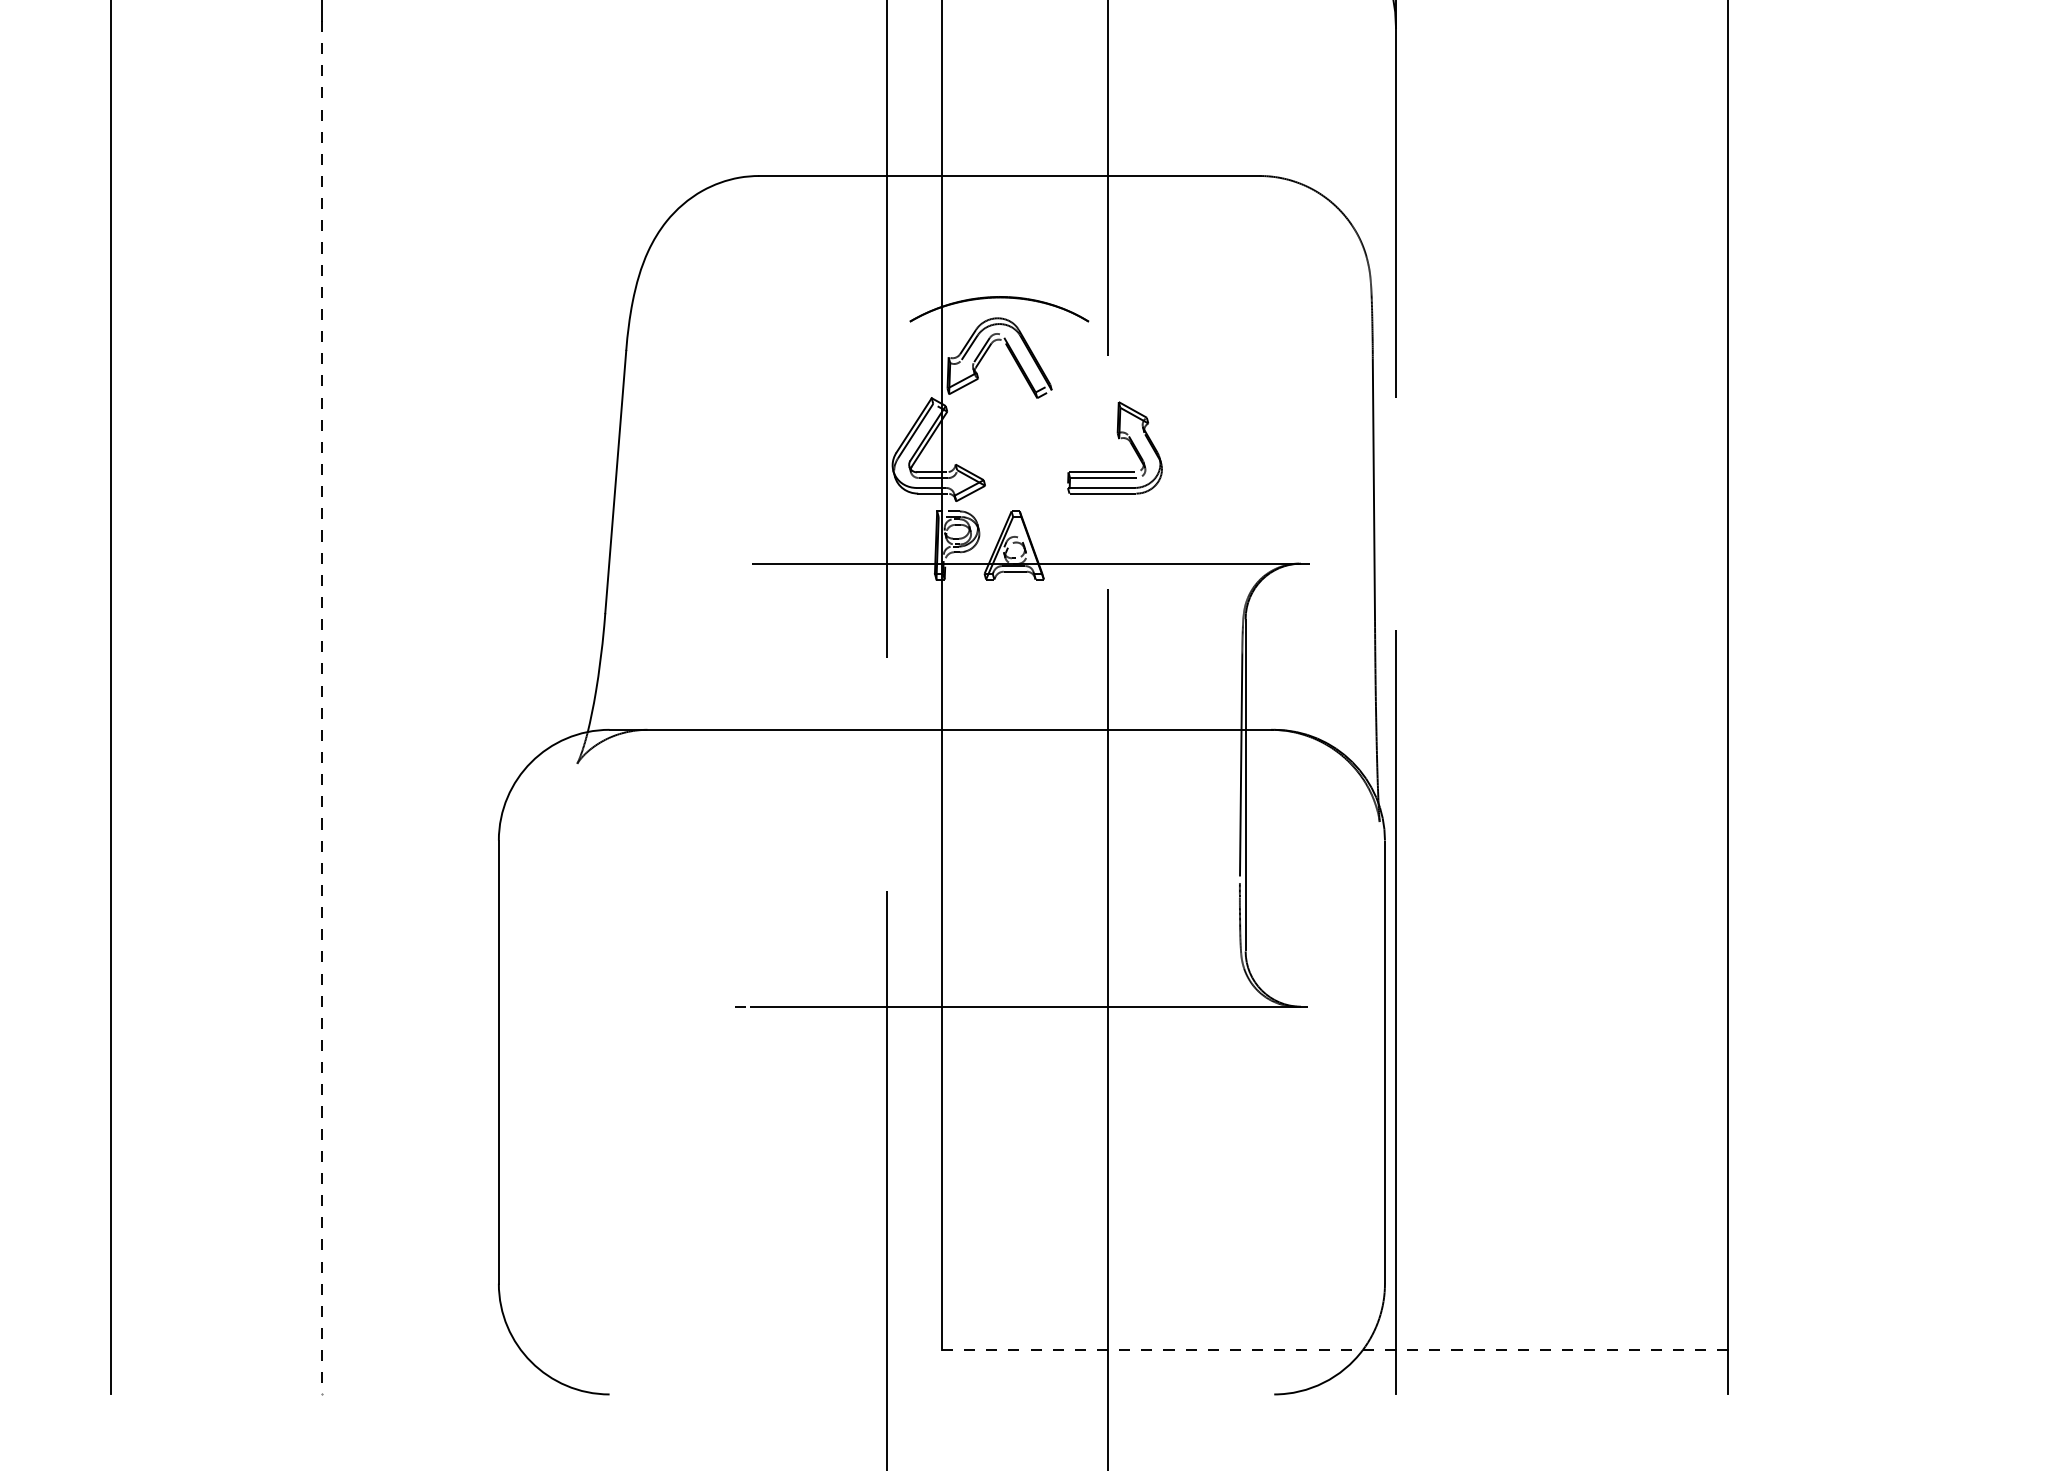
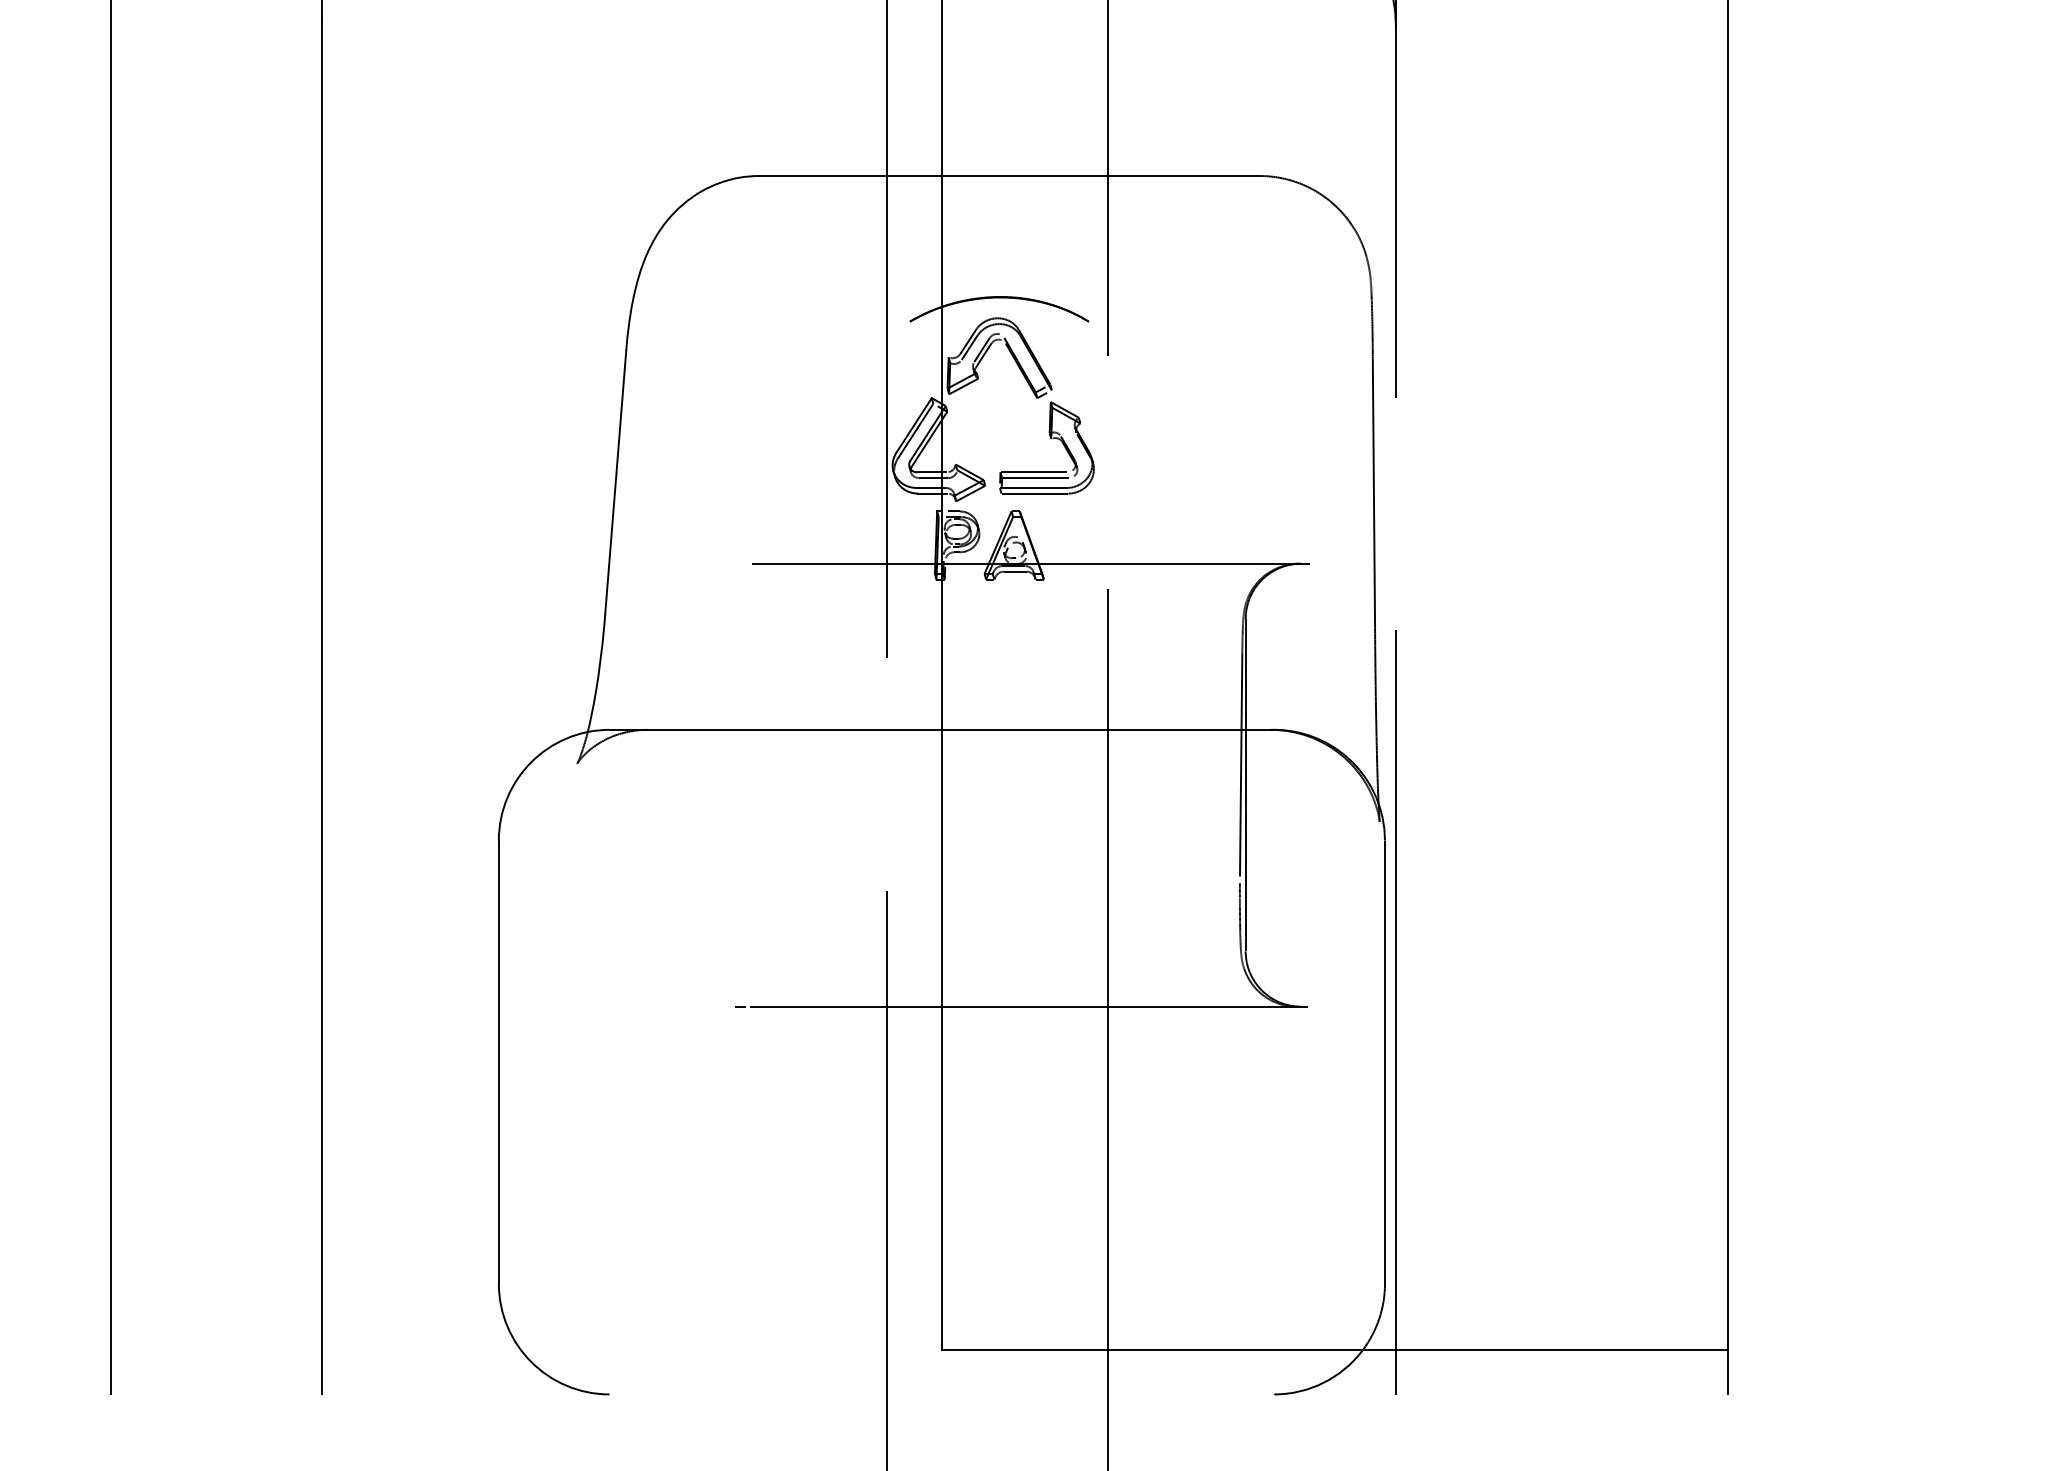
part at (1118, 439) position: (1118, 439) -> (1050, 439)
line at (321, 707): dashed -> solid
line at (1335, 1350): dashed -> solid
